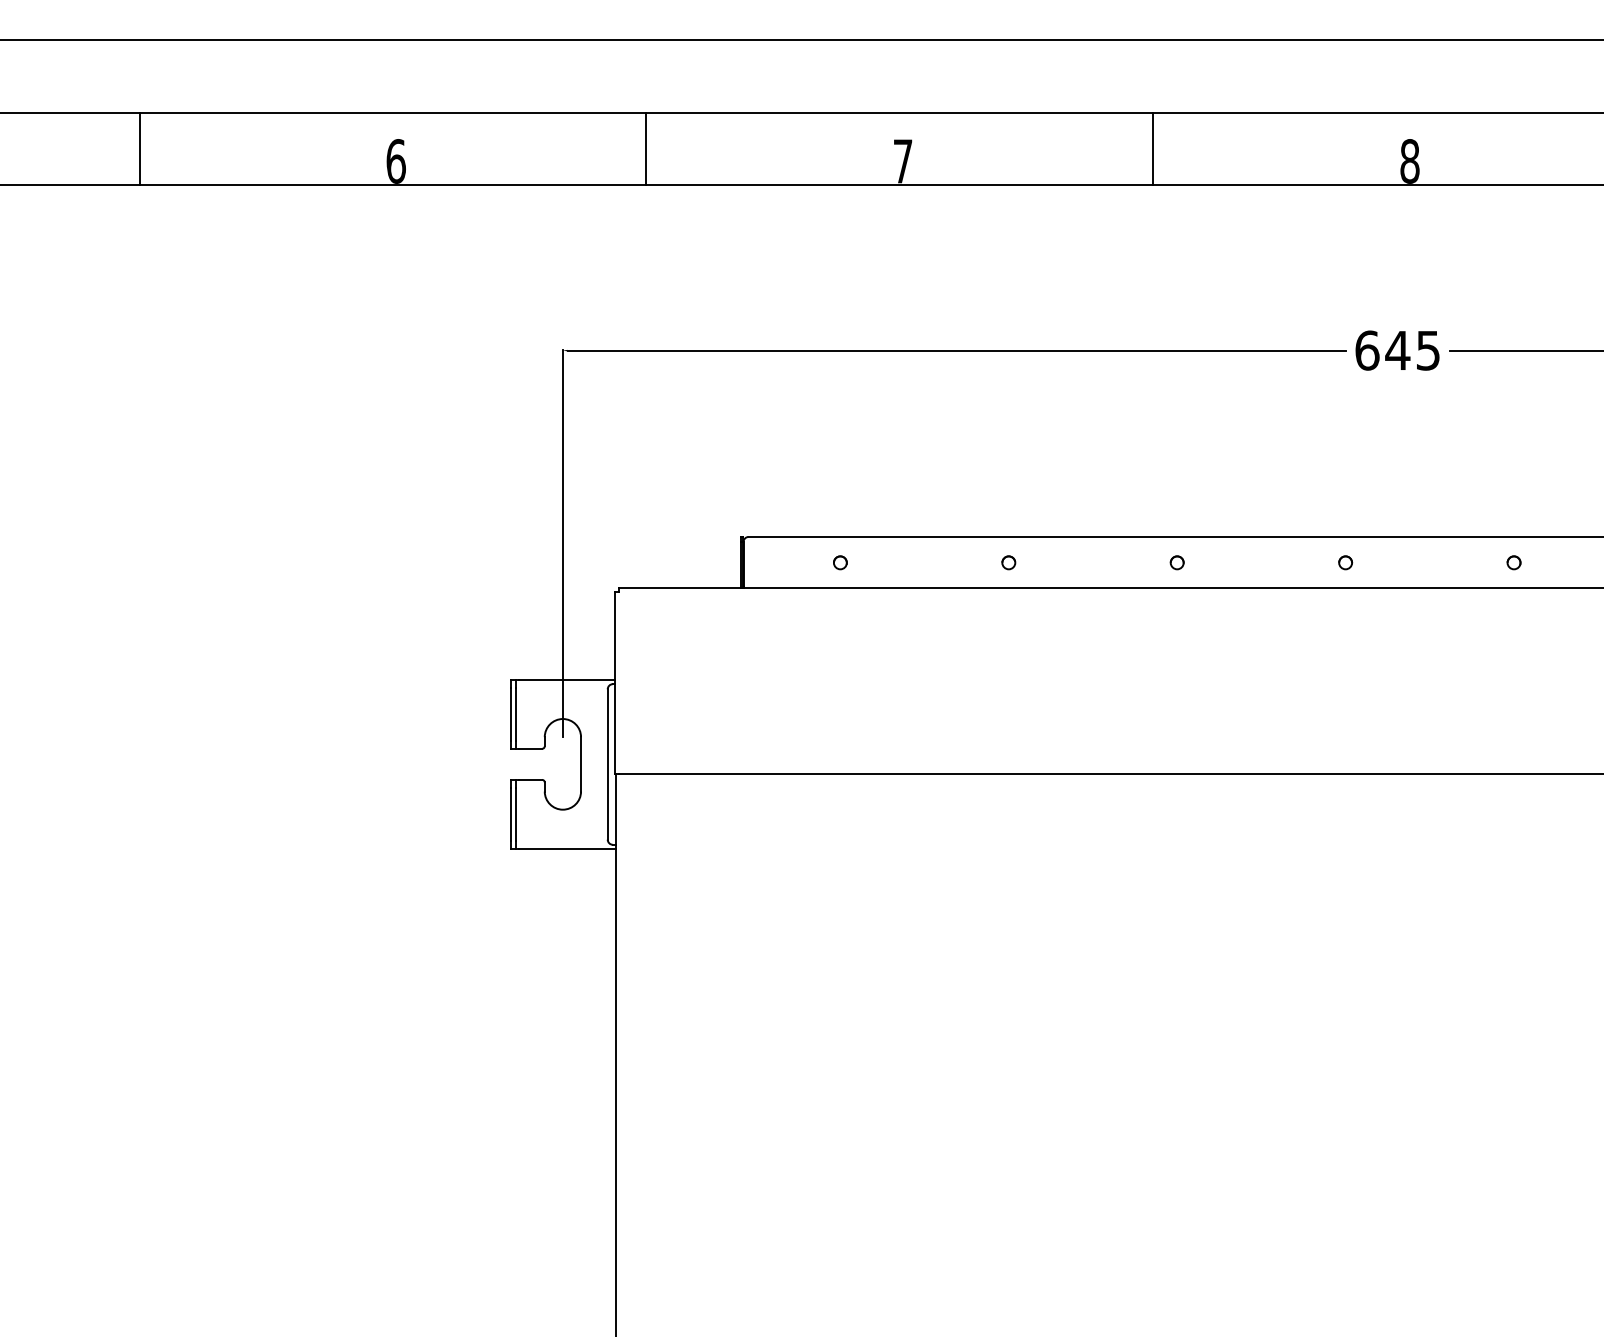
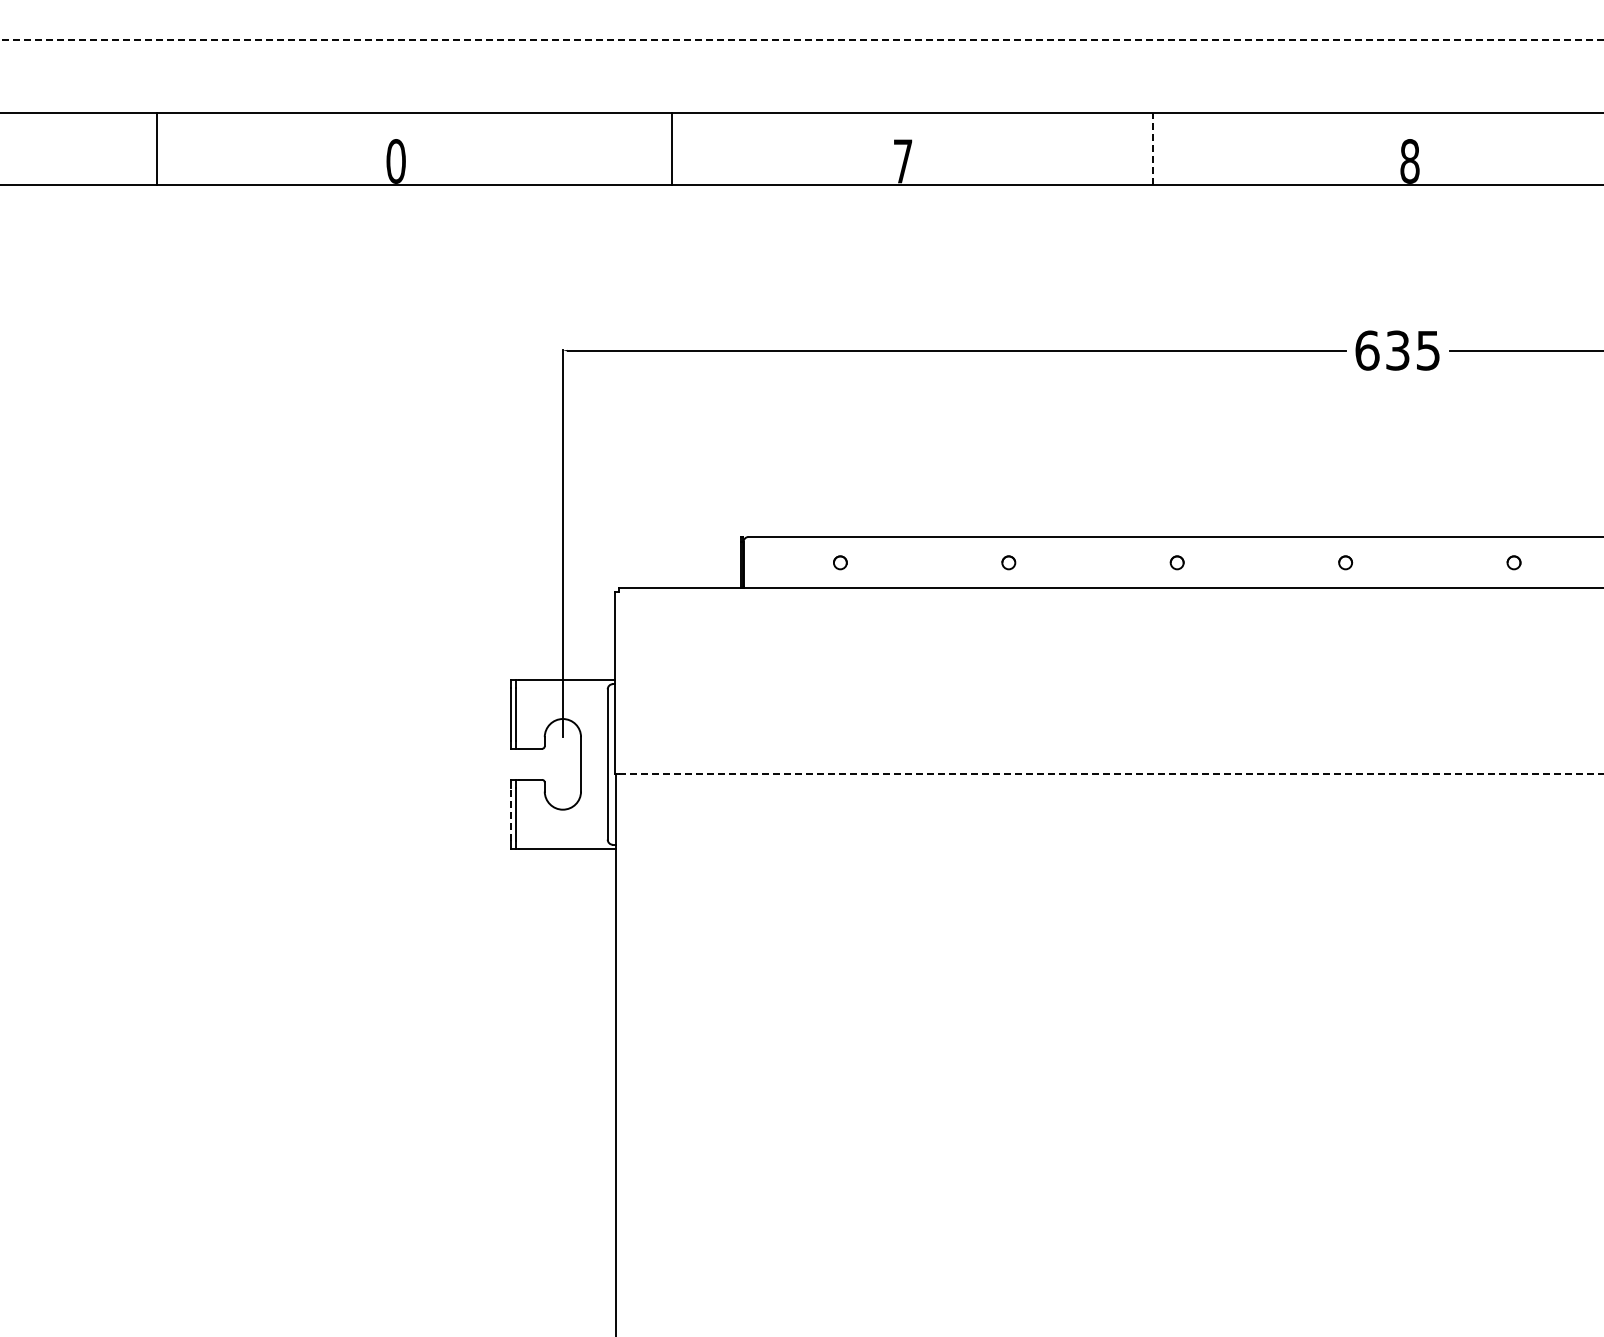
line at (802, 40): solid -> dashed
line at (139, 148) position: (139, 148) -> (156, 148)
line at (646, 148) position: (646, 148) -> (672, 148)
line at (1153, 148): solid -> dashed
text at (395, 161): 6 -> 0
text at (1397, 350): 645 -> 635
line at (1111, 773): solid -> dashed
line at (511, 814): solid -> dashed
